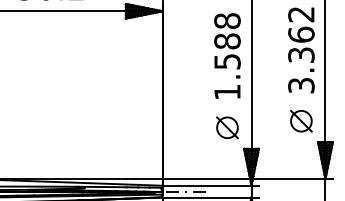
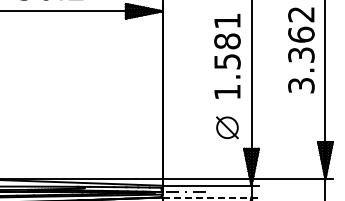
text at (227, 20): 1.588 -> 1.581
part at (301, 120): present -> none
line at (211, 197): solid -> dashed
